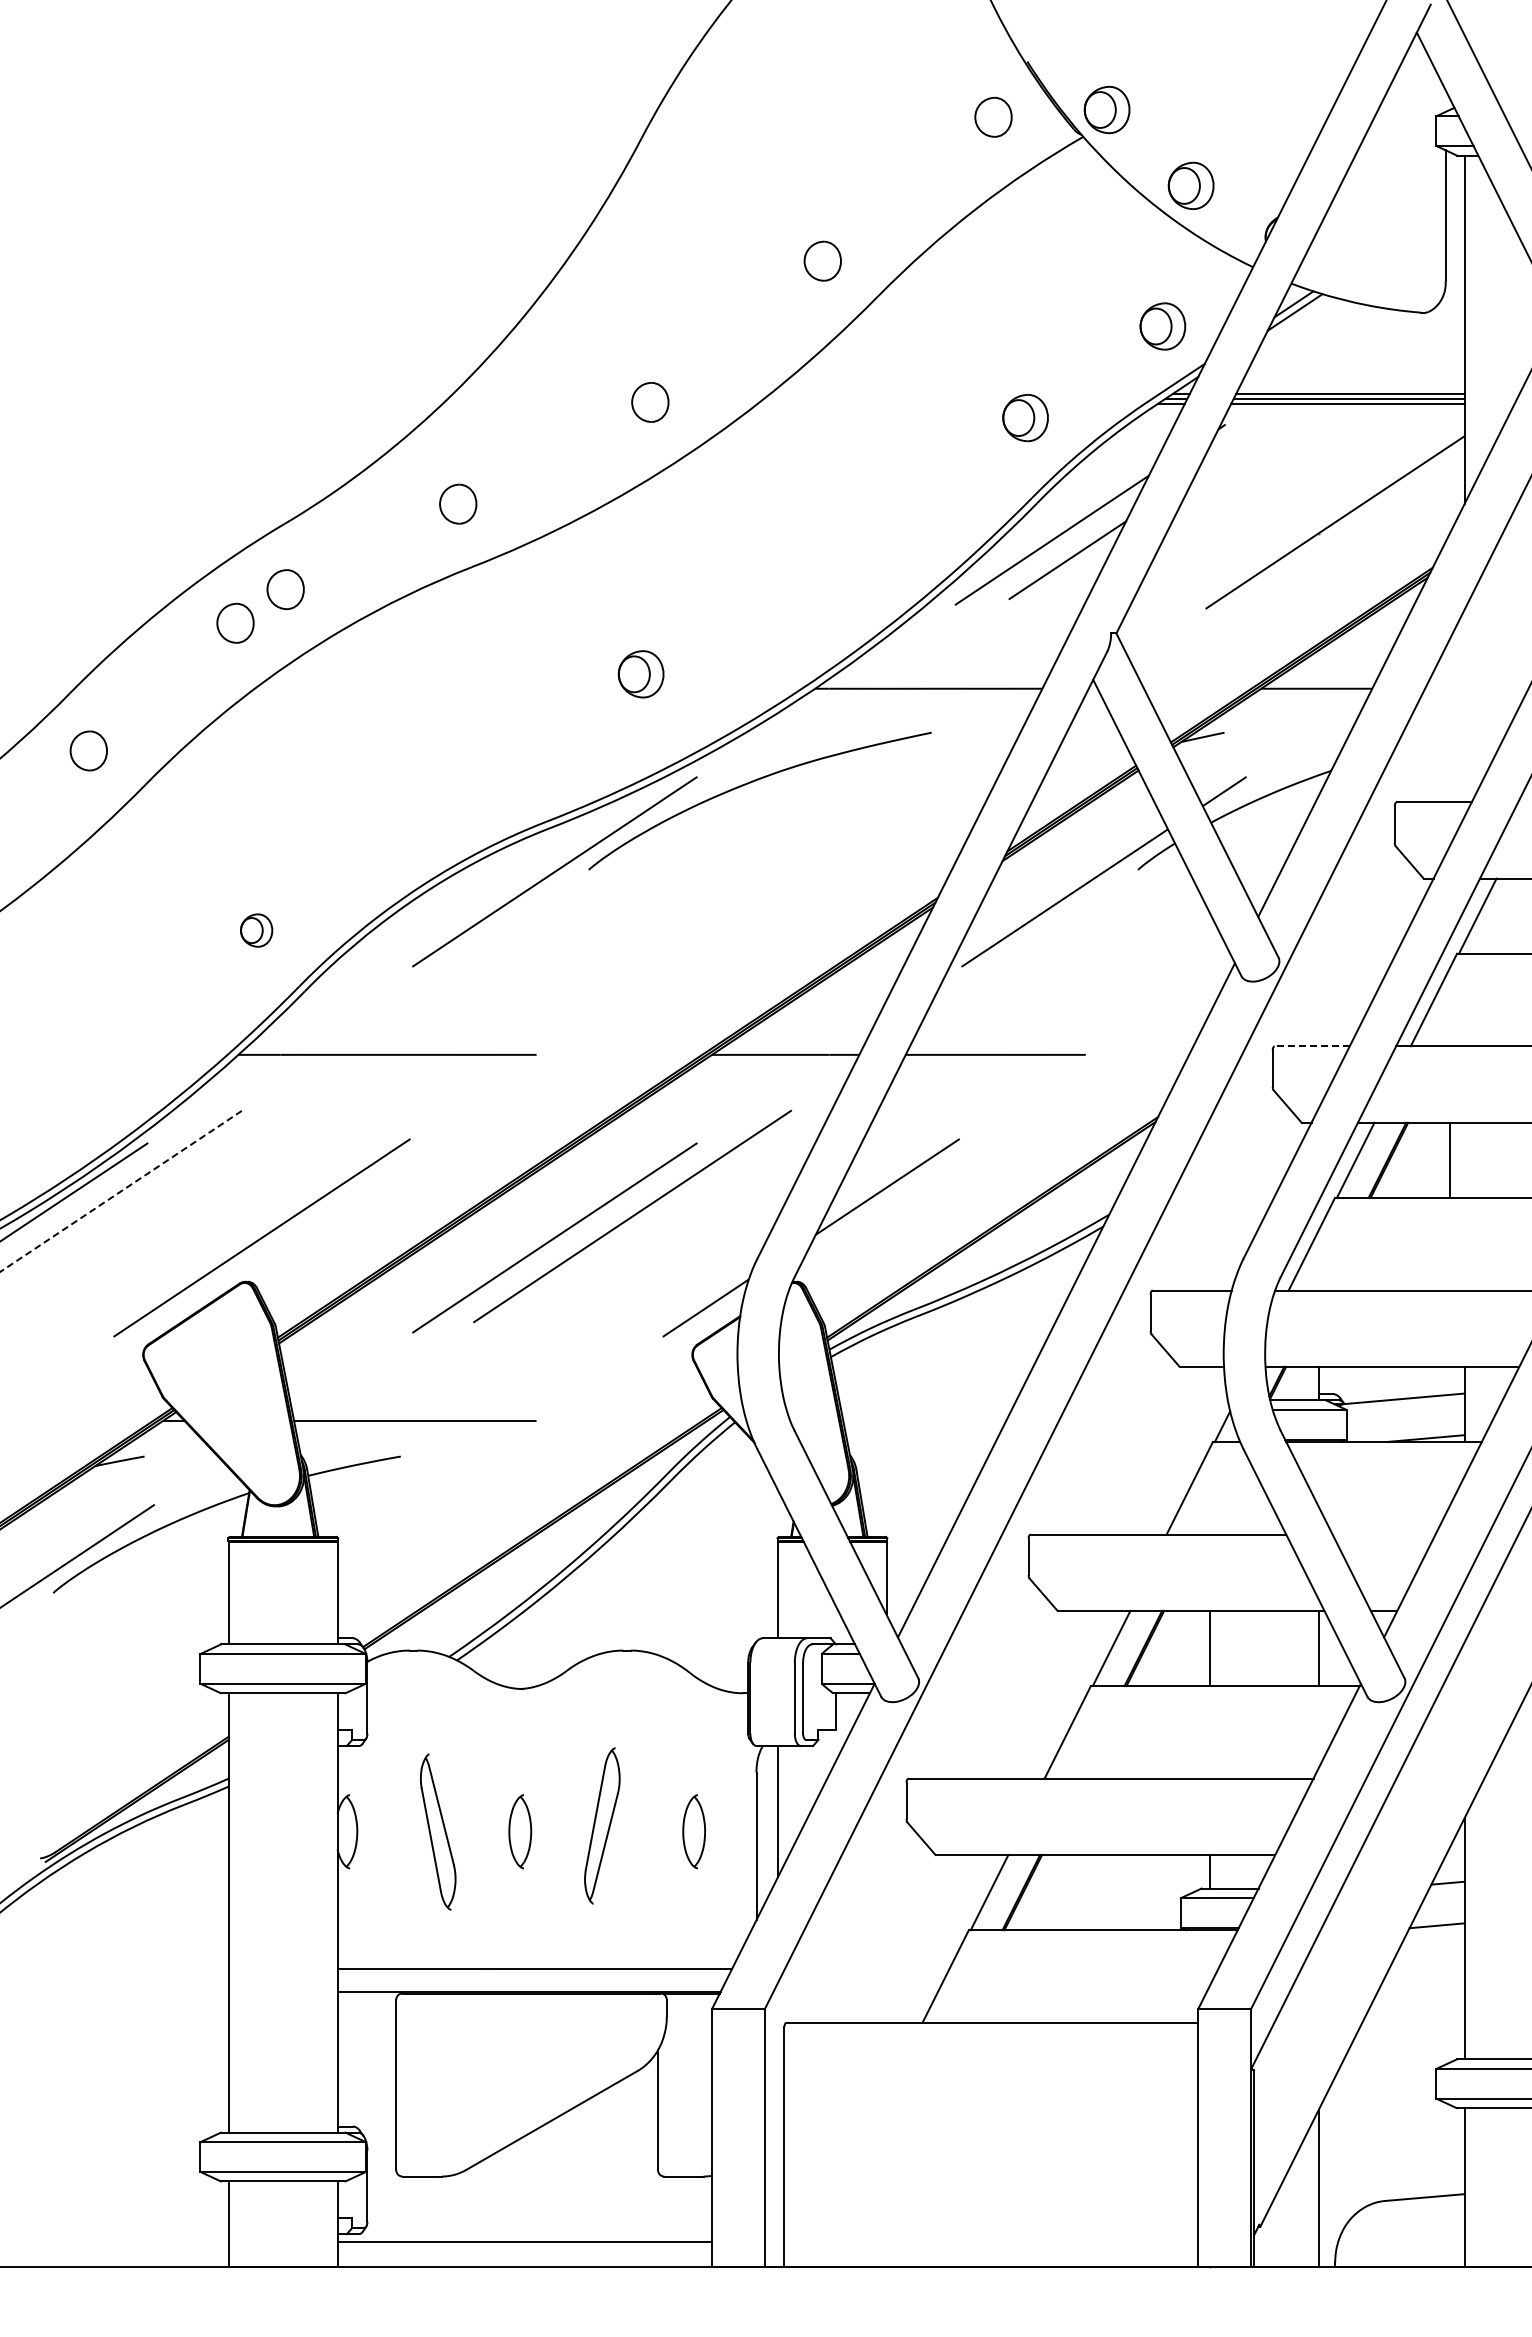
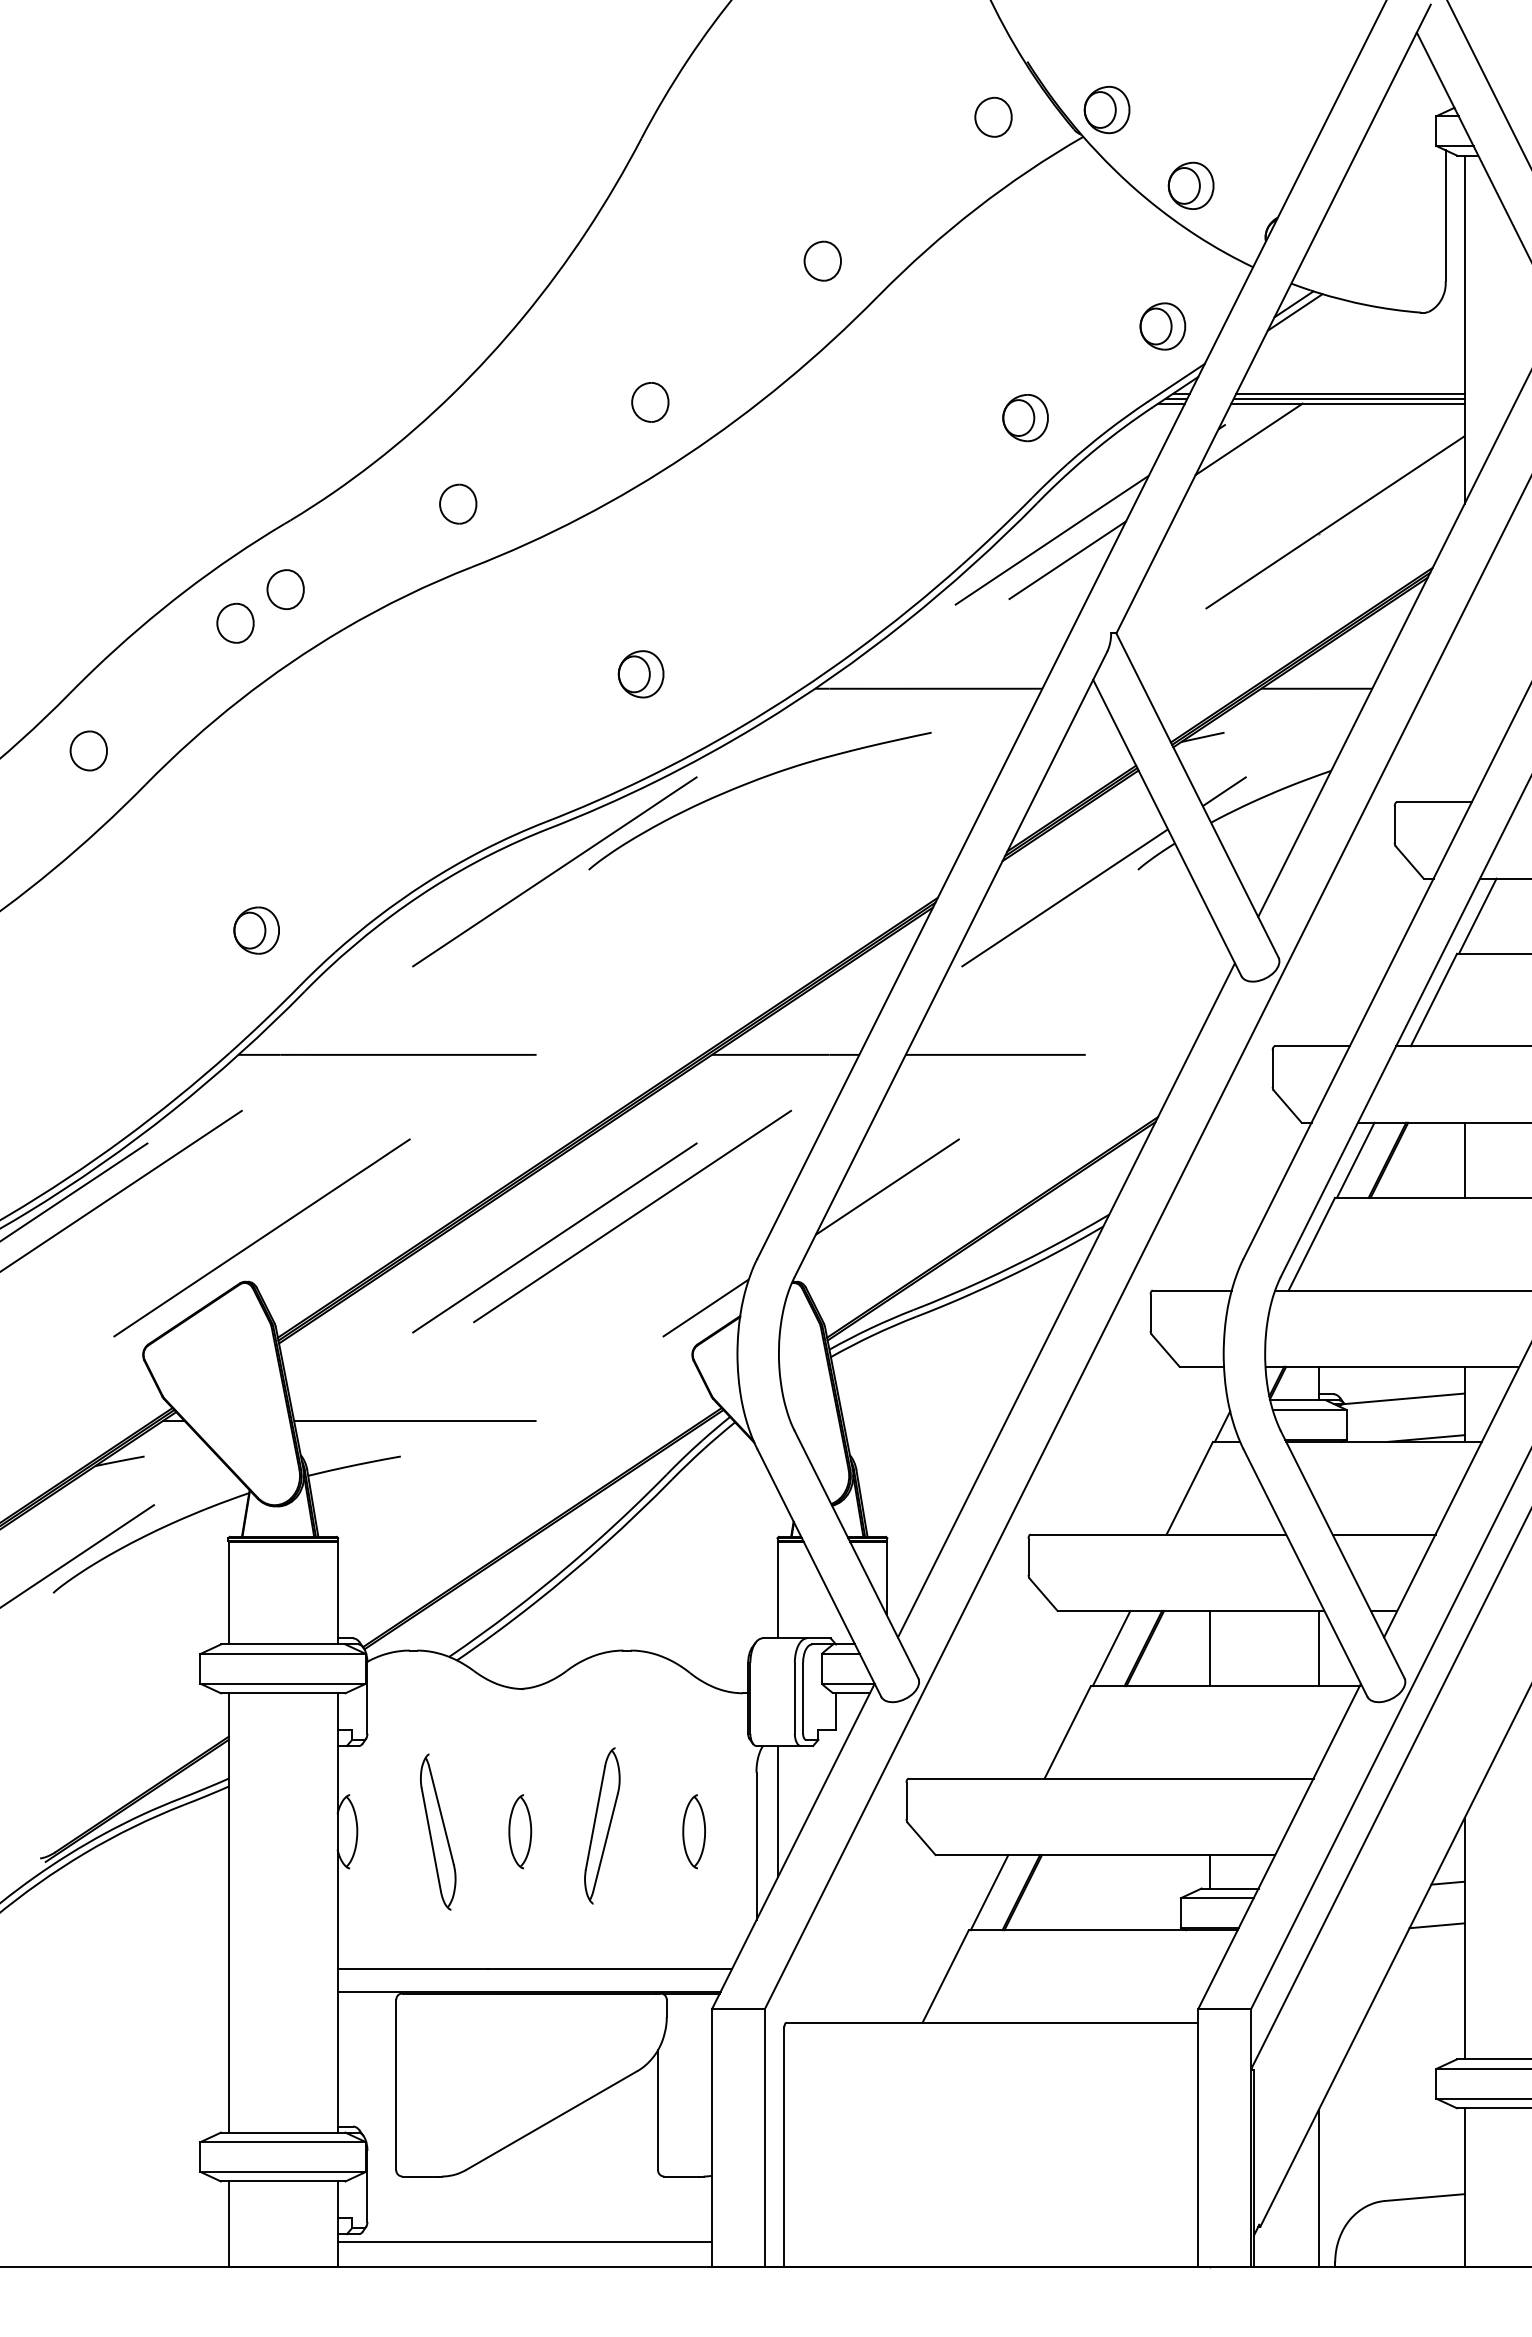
line at (1248, 439): none -> present
part at (256, 930) size: 34x35 px -> 47x49 px
line at (1312, 1046): dashed -> solid
line at (1449, 1159) position: (1449, 1159) -> (1464, 1159)
line at (121, 1191): dashed -> solid
line at (1383, 1534): none -> present
